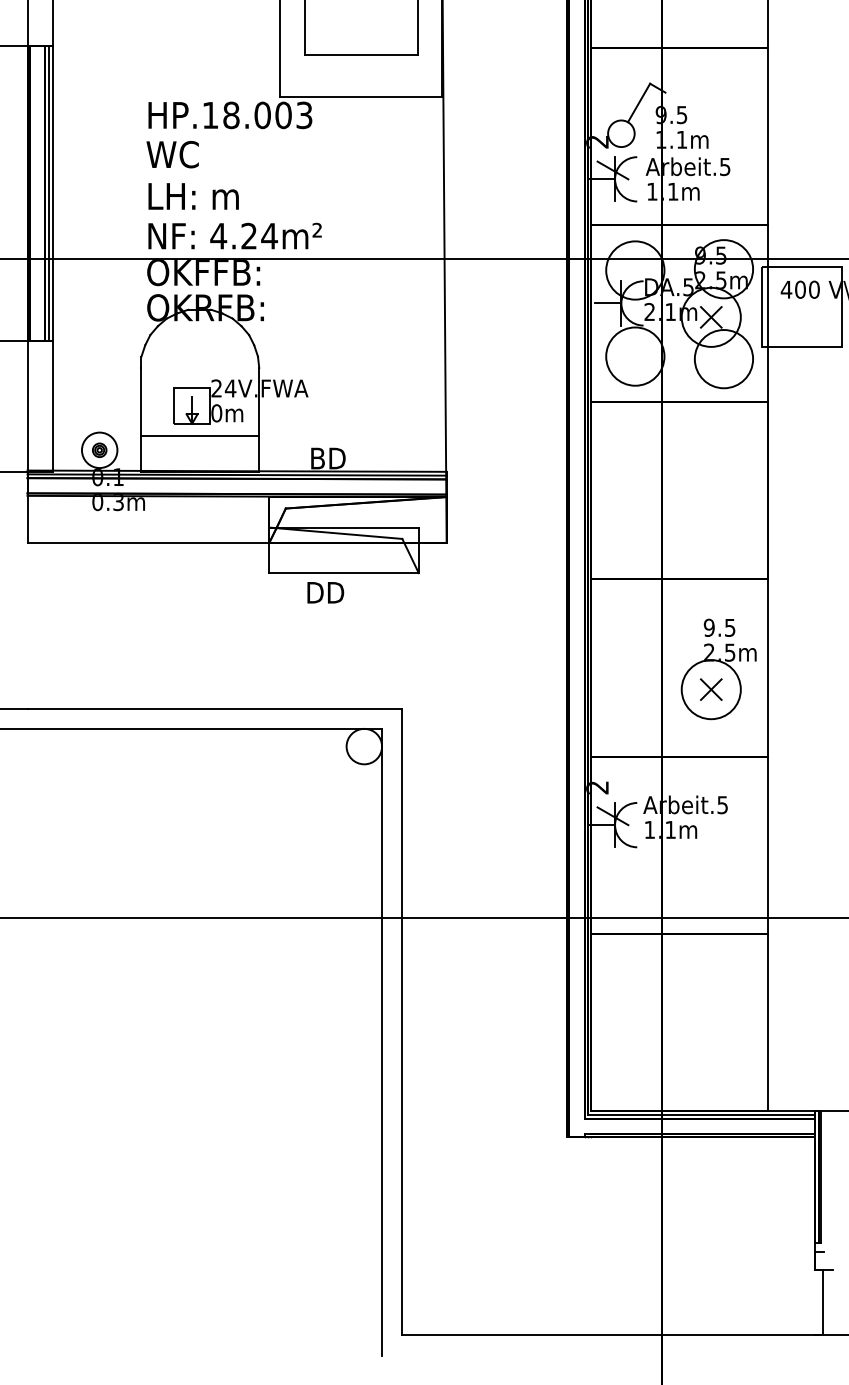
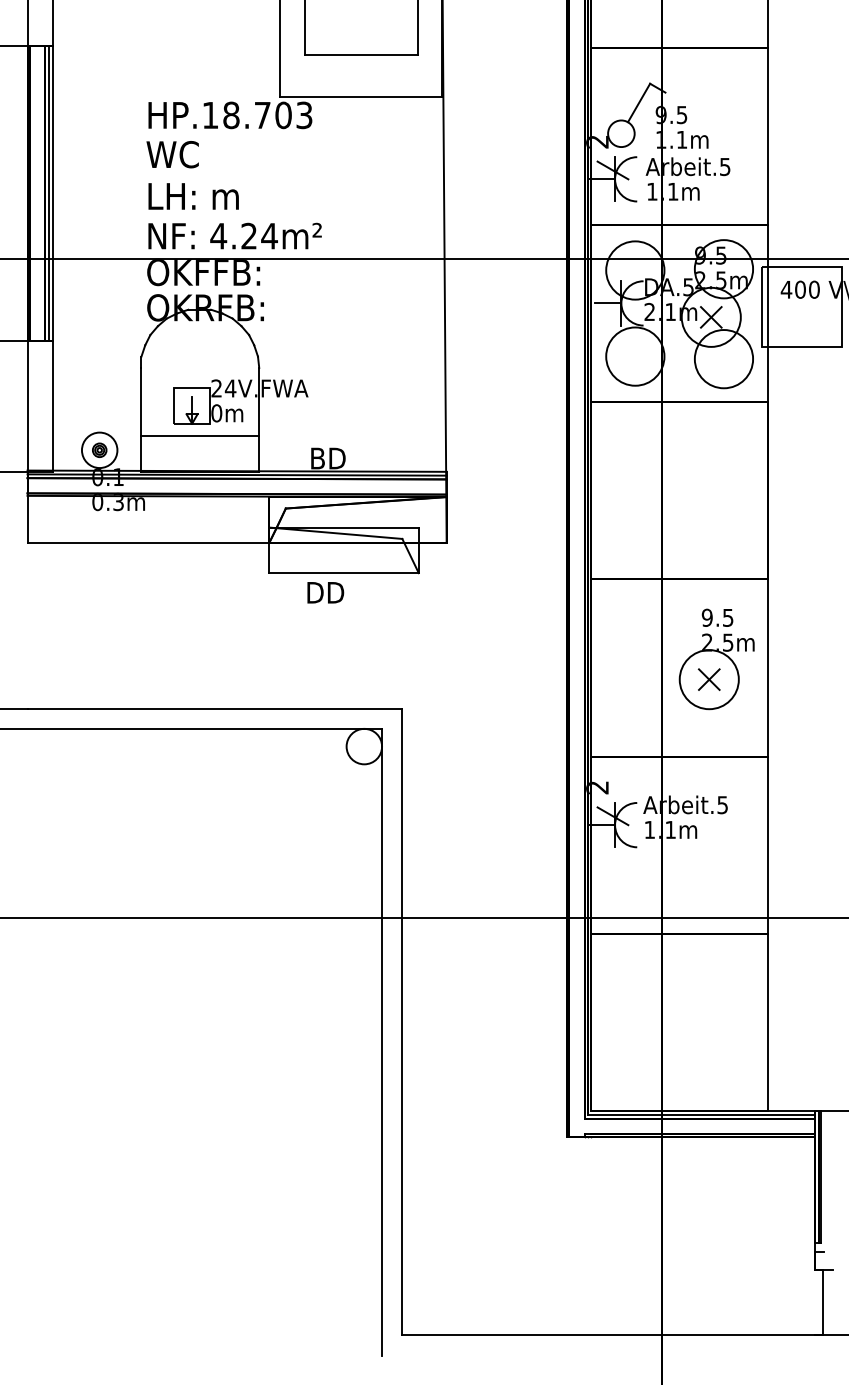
text at (262, 115): HP.18.003 -> HP.18.703
part at (718, 669) position: (718, 669) -> (716, 659)
